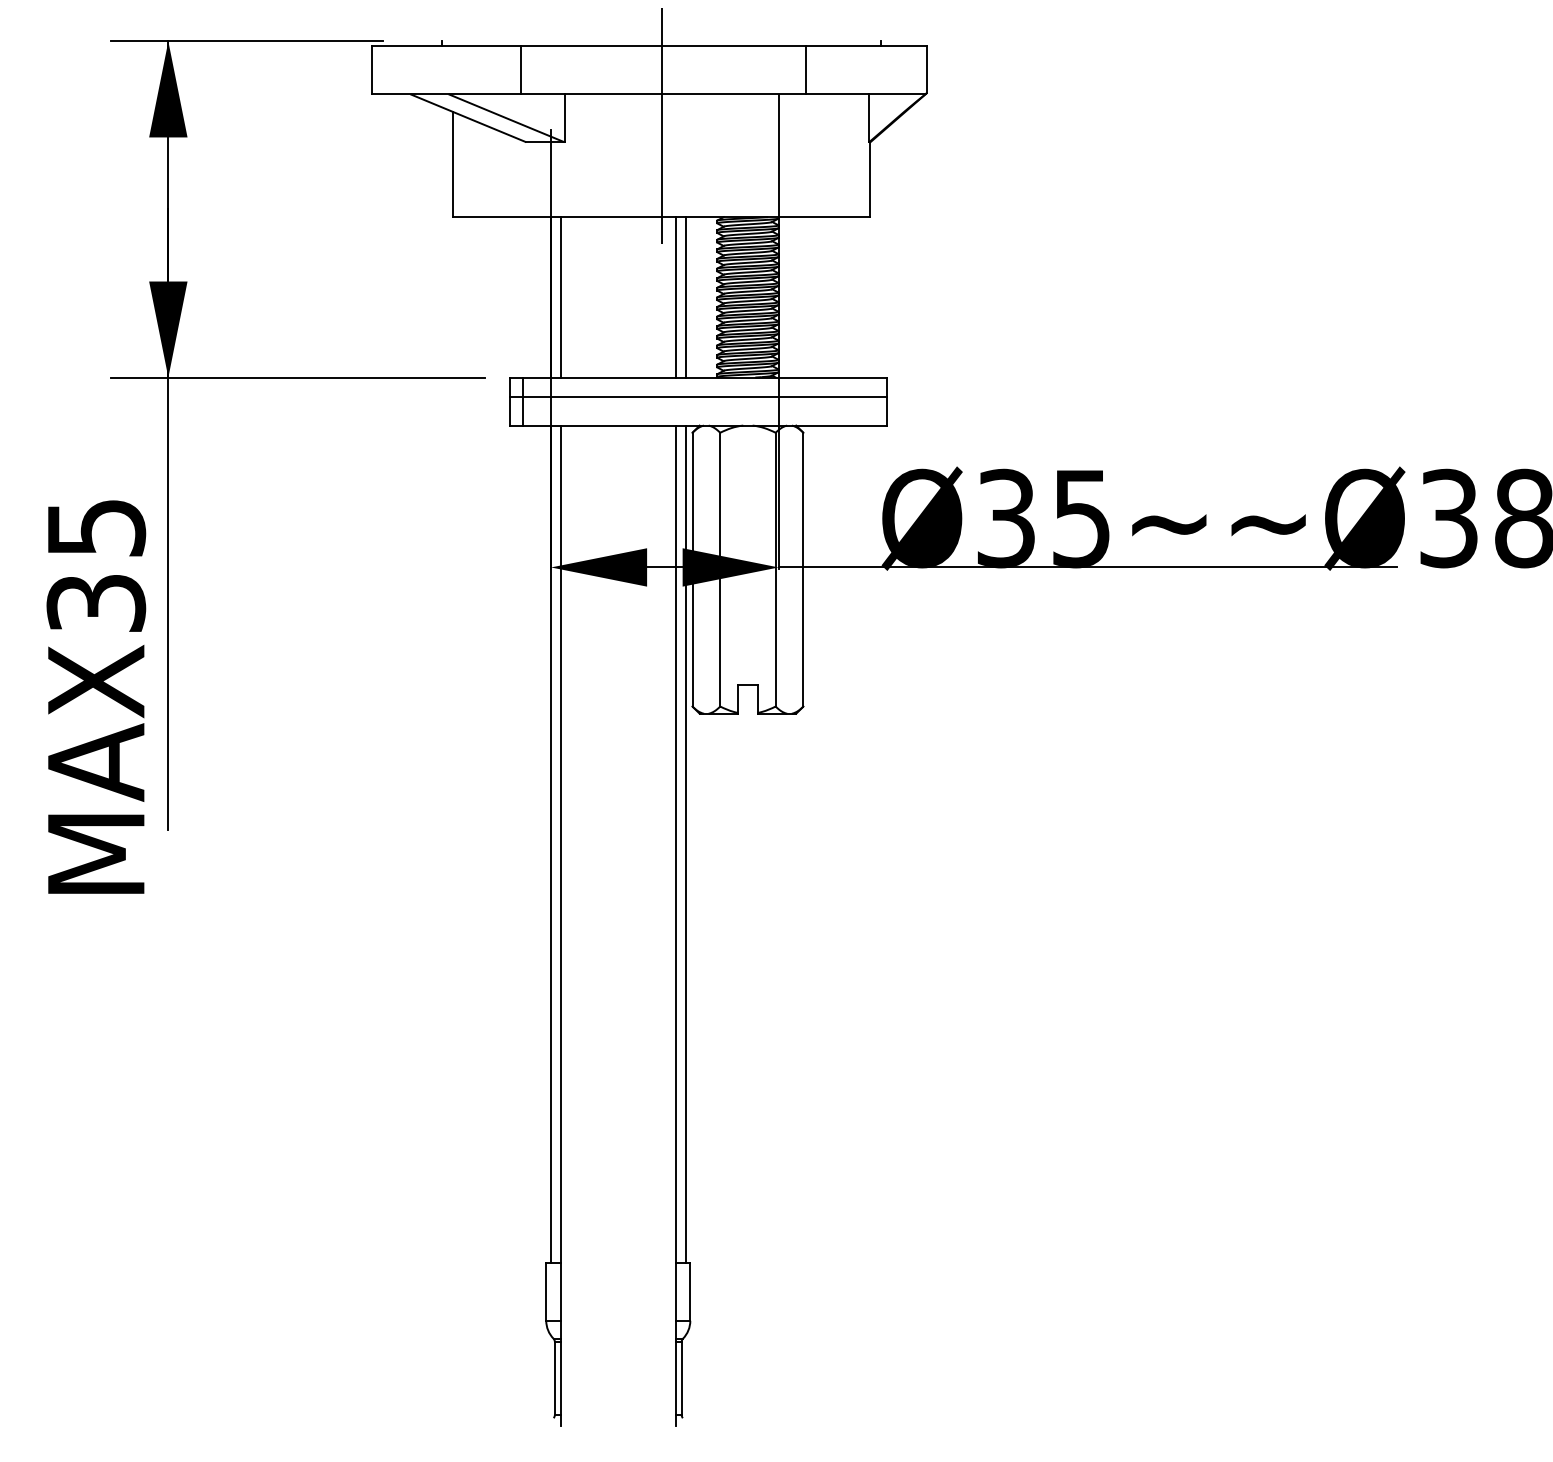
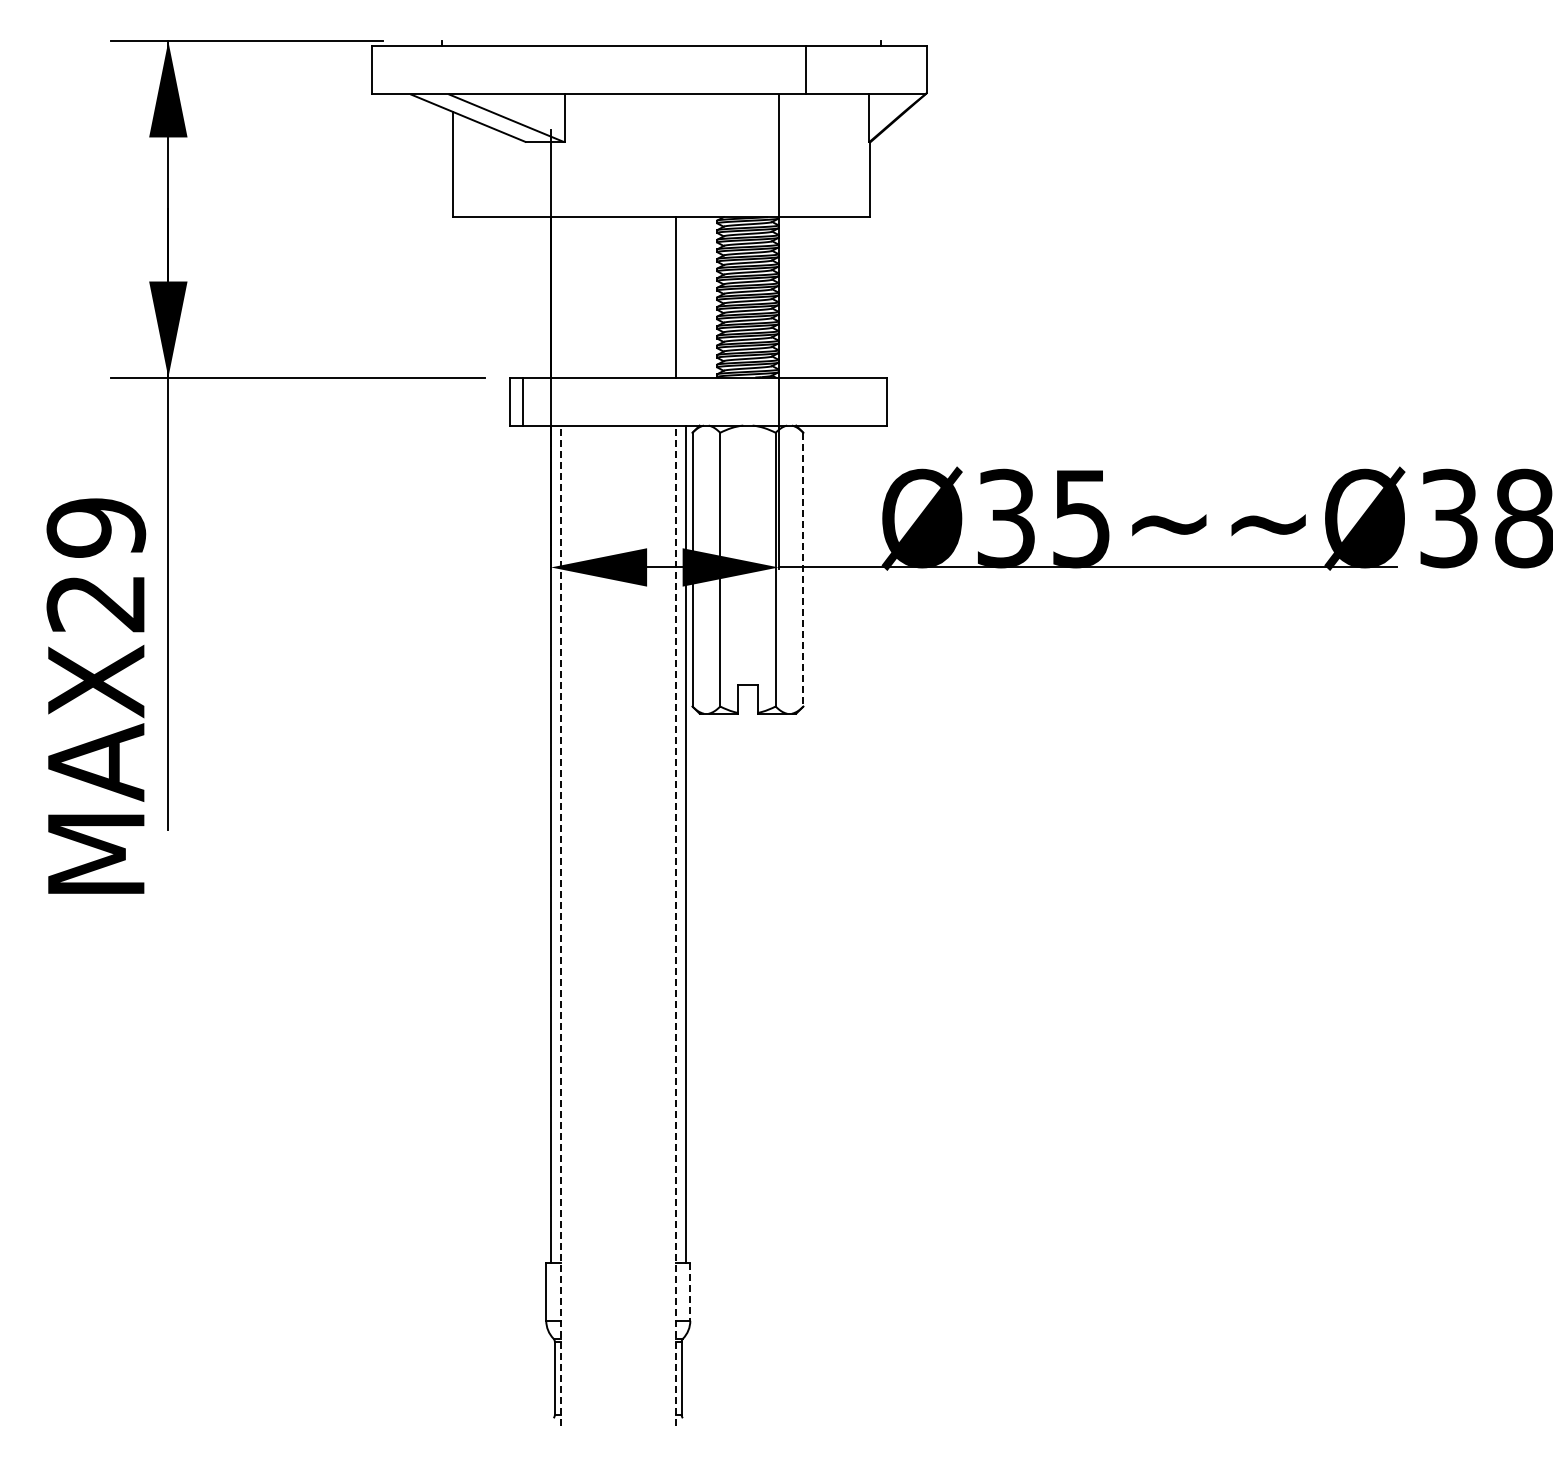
line at (520, 70): present -> none
line at (661, 133): present -> none
line at (560, 297): present -> none
line at (685, 297): present -> none
line at (698, 396): present -> none
text at (96, 565): MAX35 -> MAX29
line at (803, 569): solid -> dashed
line at (560, 925): solid -> dashed
line at (675, 925): solid -> dashed
line at (690, 1291): solid -> dashed
